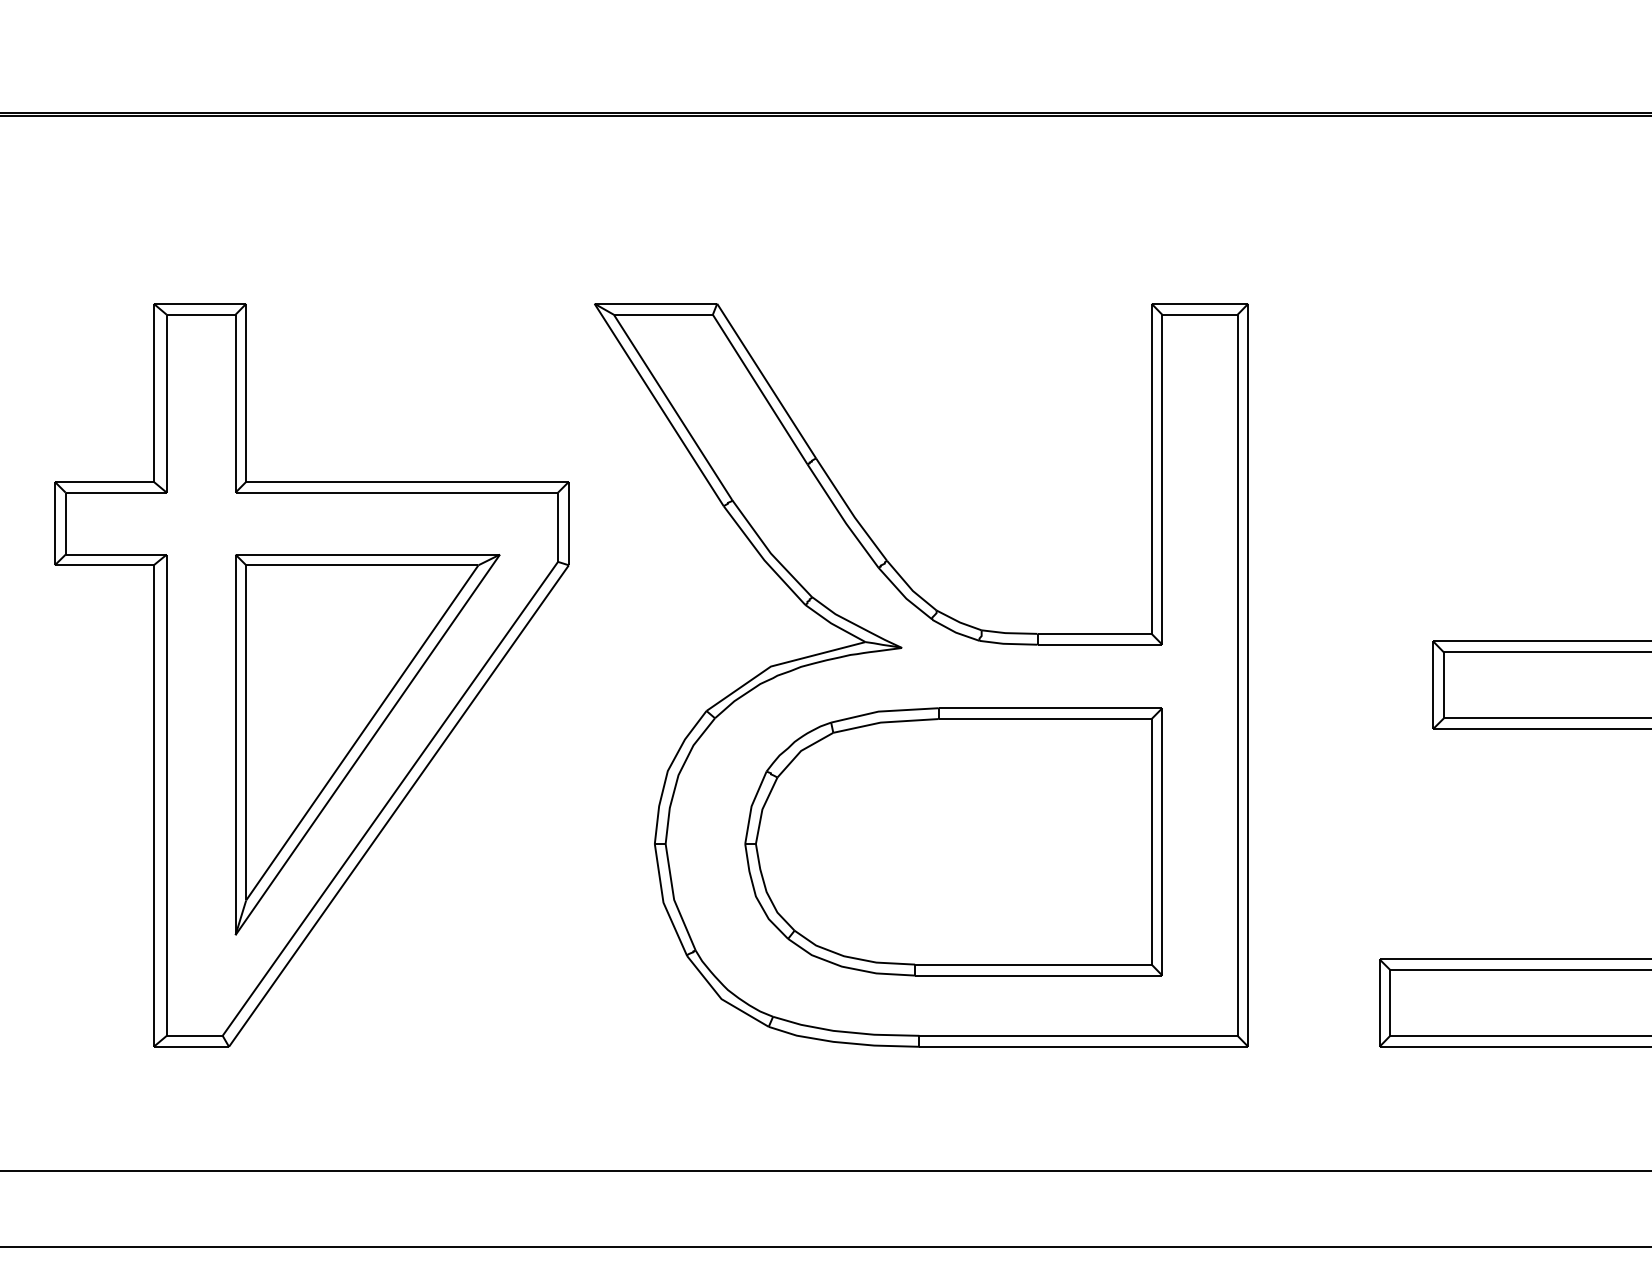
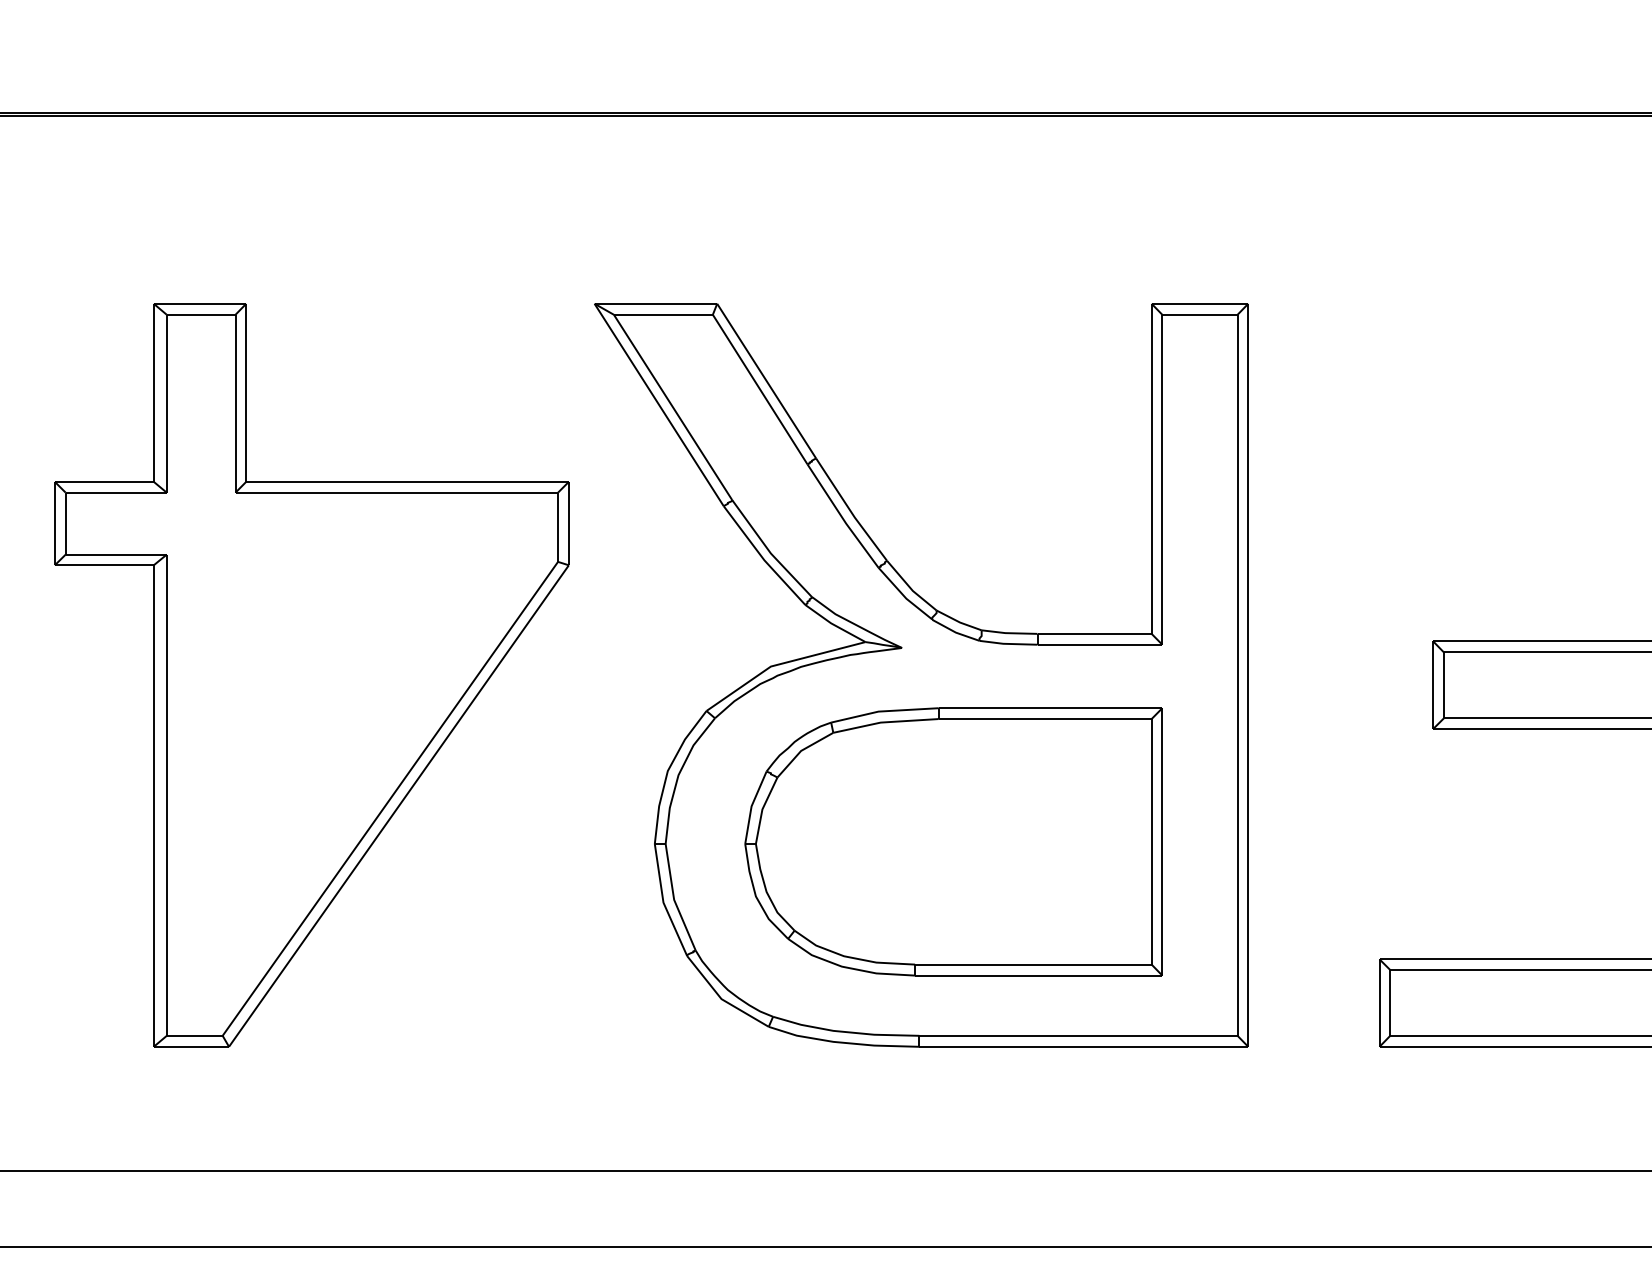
part at (367, 744): present -> none
